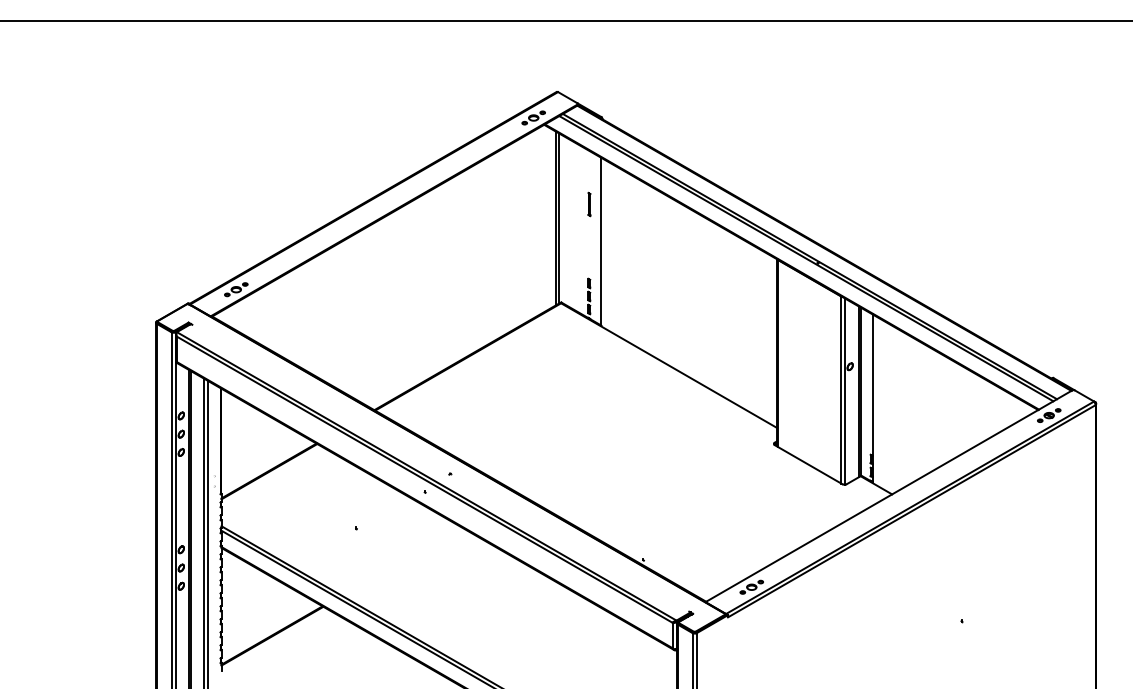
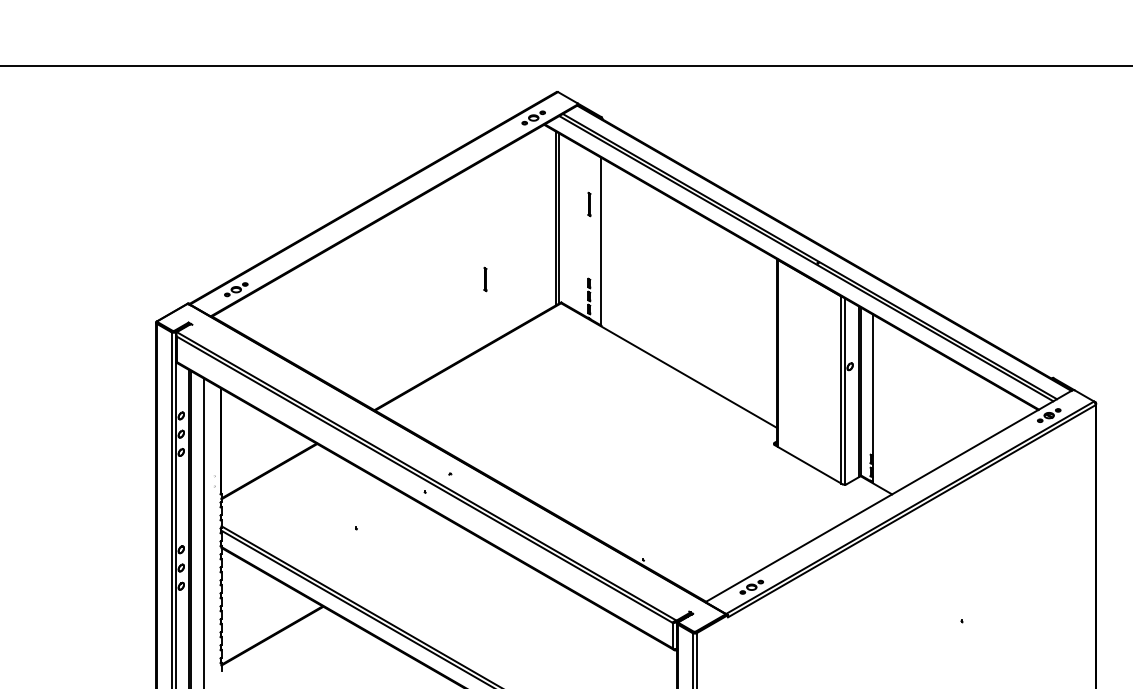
line at (565, 20) position: (565, 20) -> (565, 65)
part at (485, 279): none -> present
line at (207, 532): present -> none
